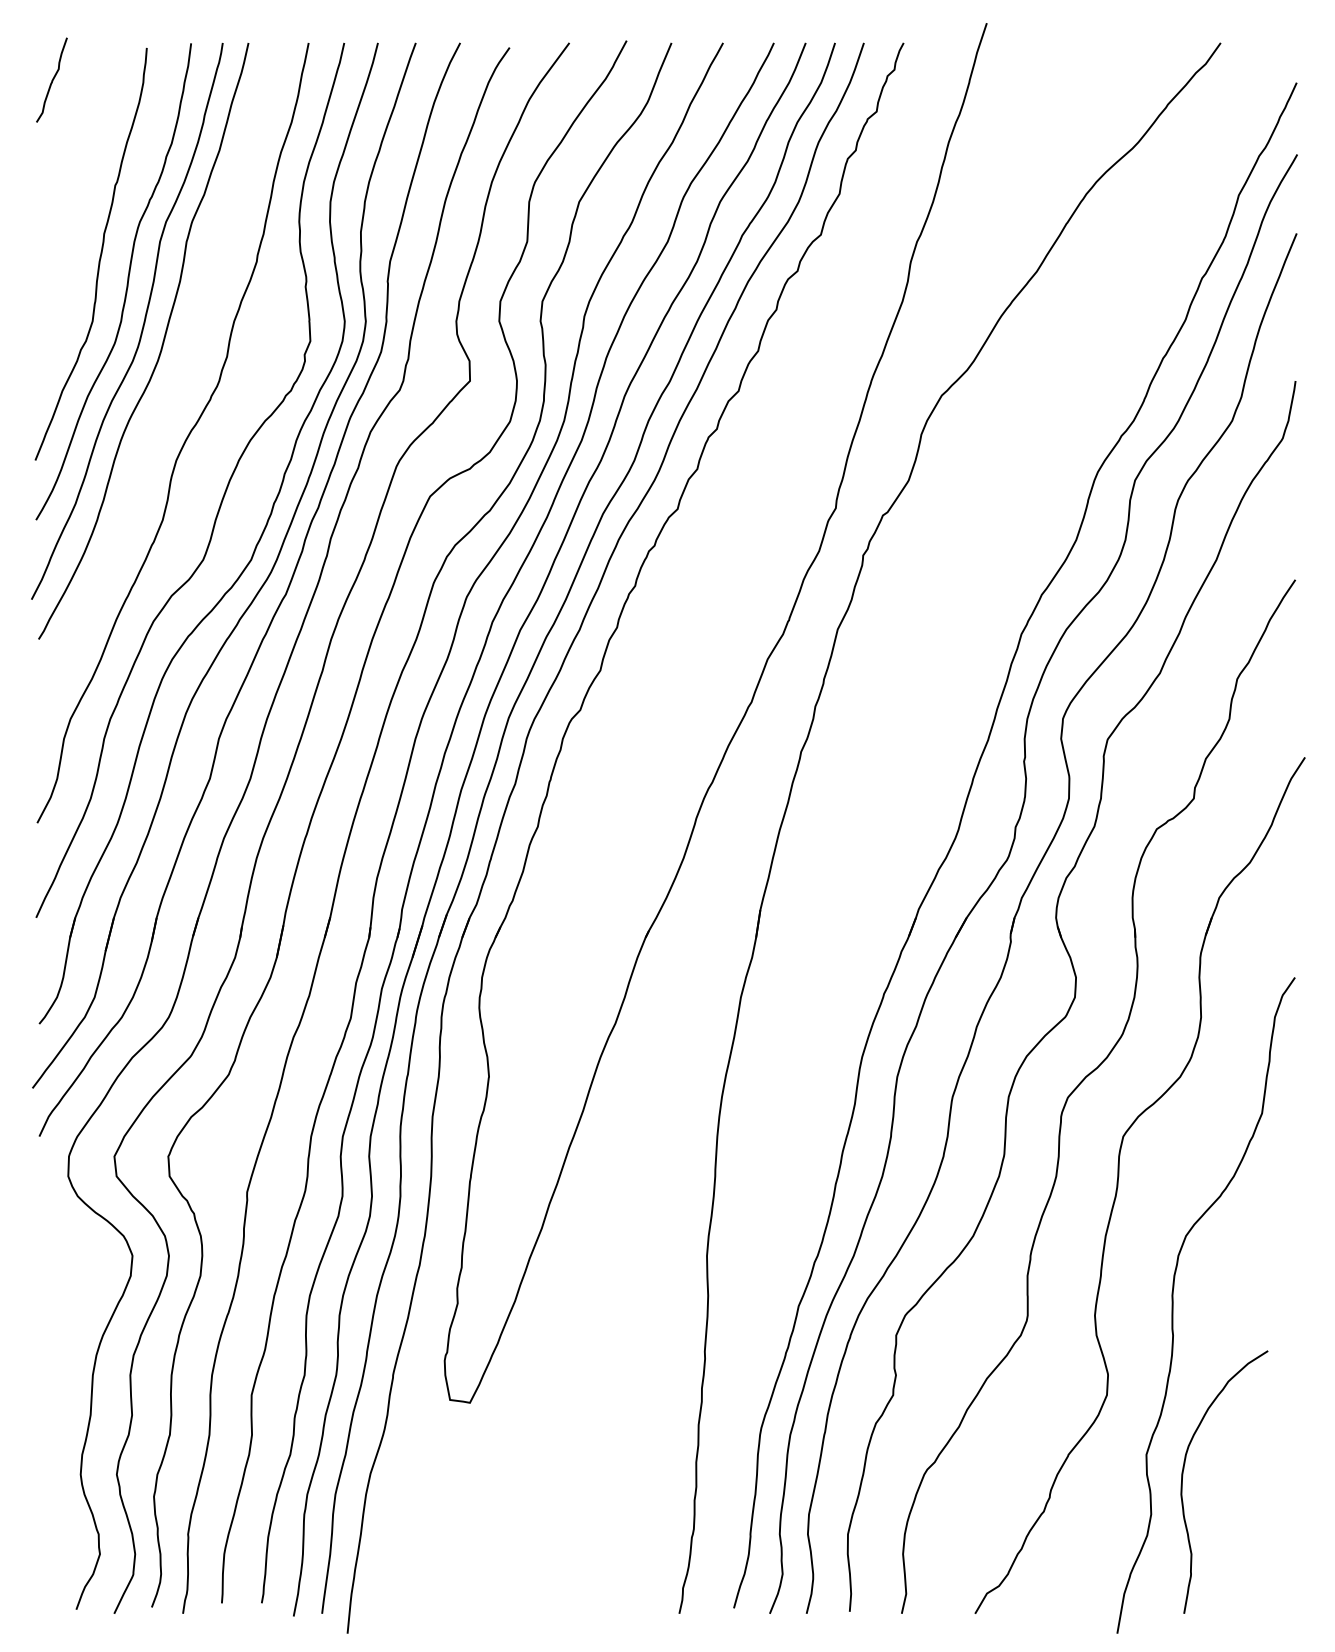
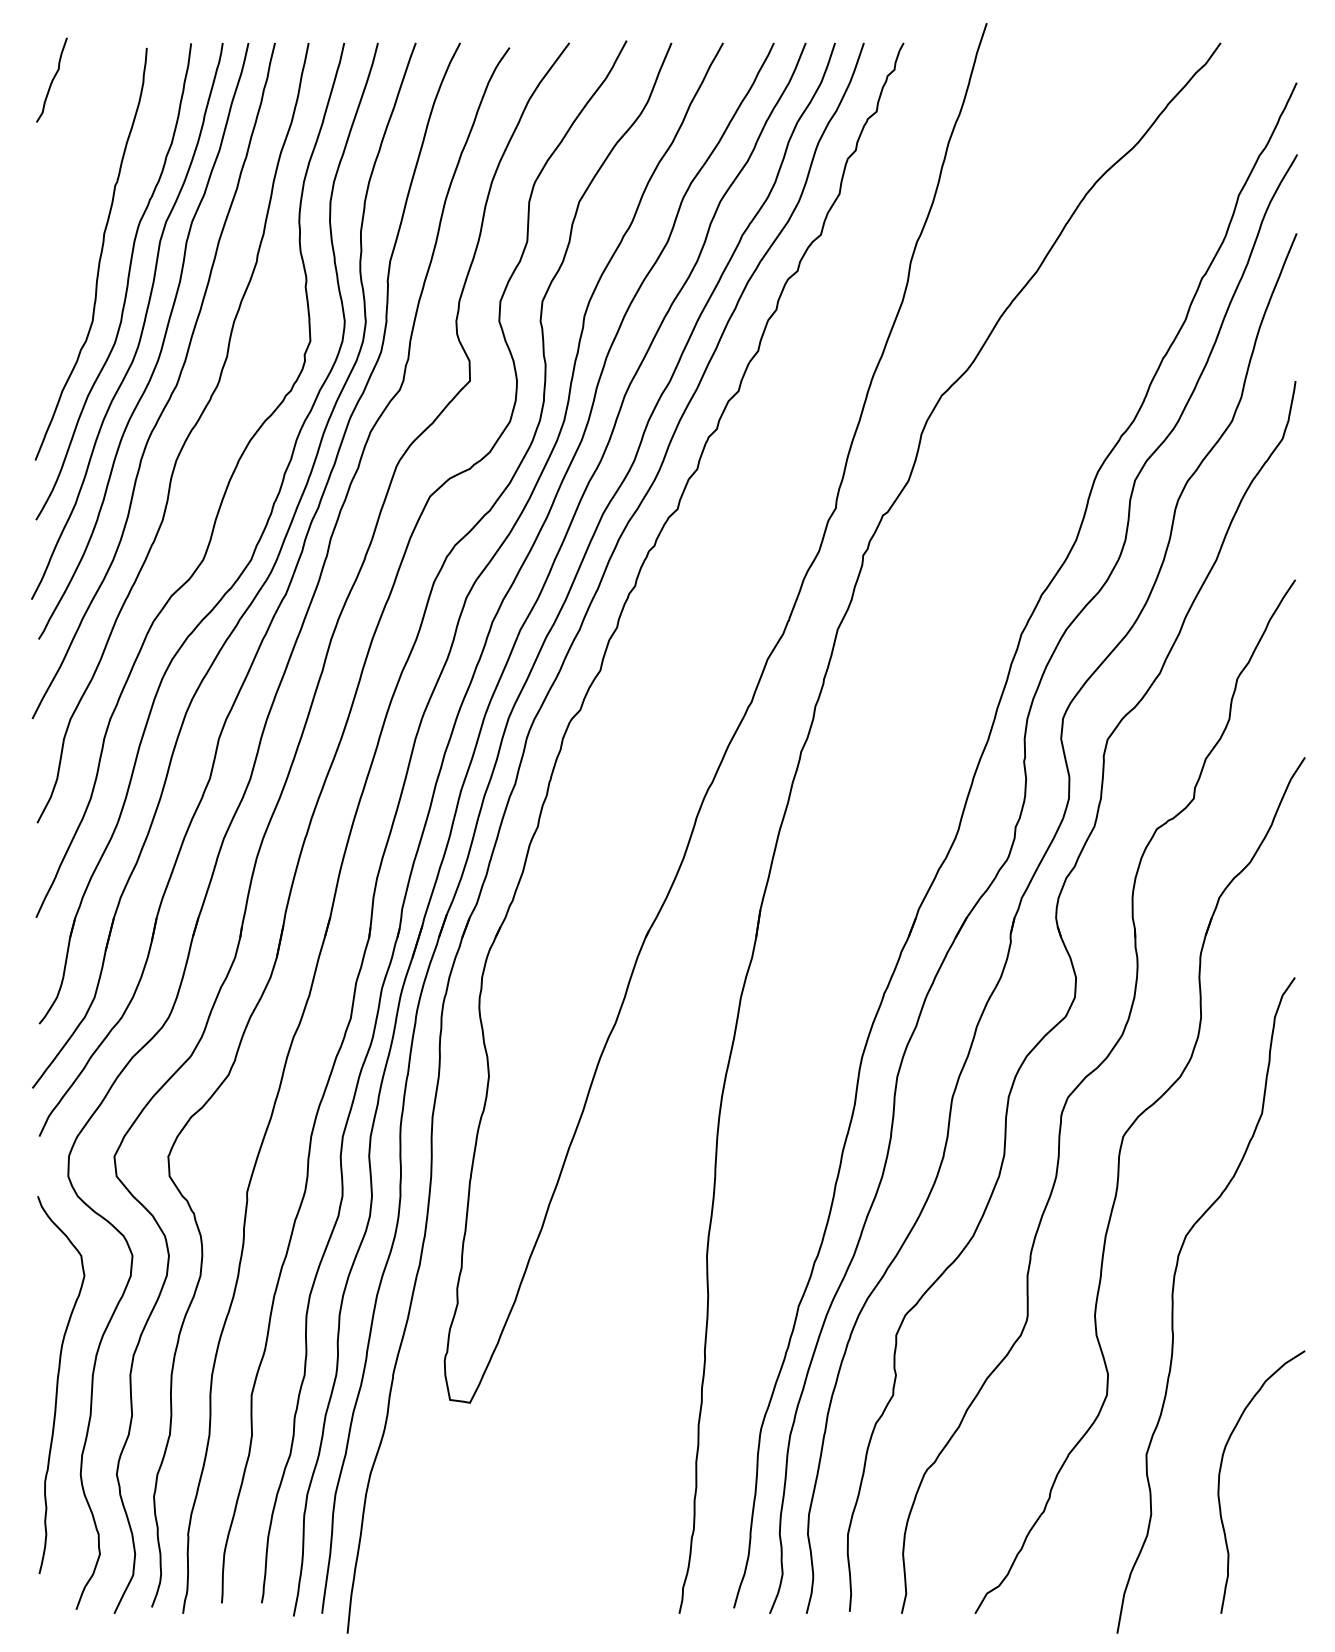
curve at (172, 390): none -> present
curve at (58, 1384): none -> present
curve at (1183, 1476) position: (1183, 1476) -> (1220, 1476)
